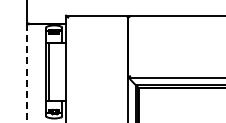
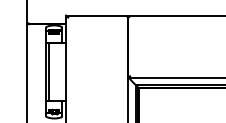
line at (27, 73): dashed -> solid
